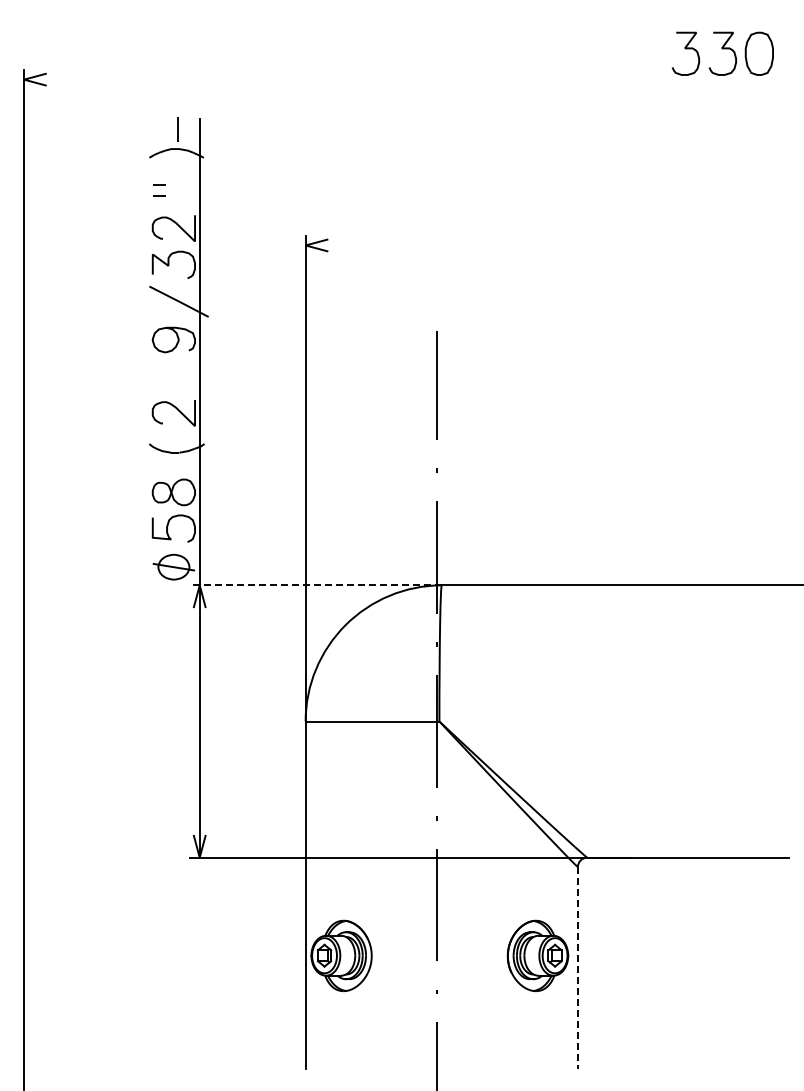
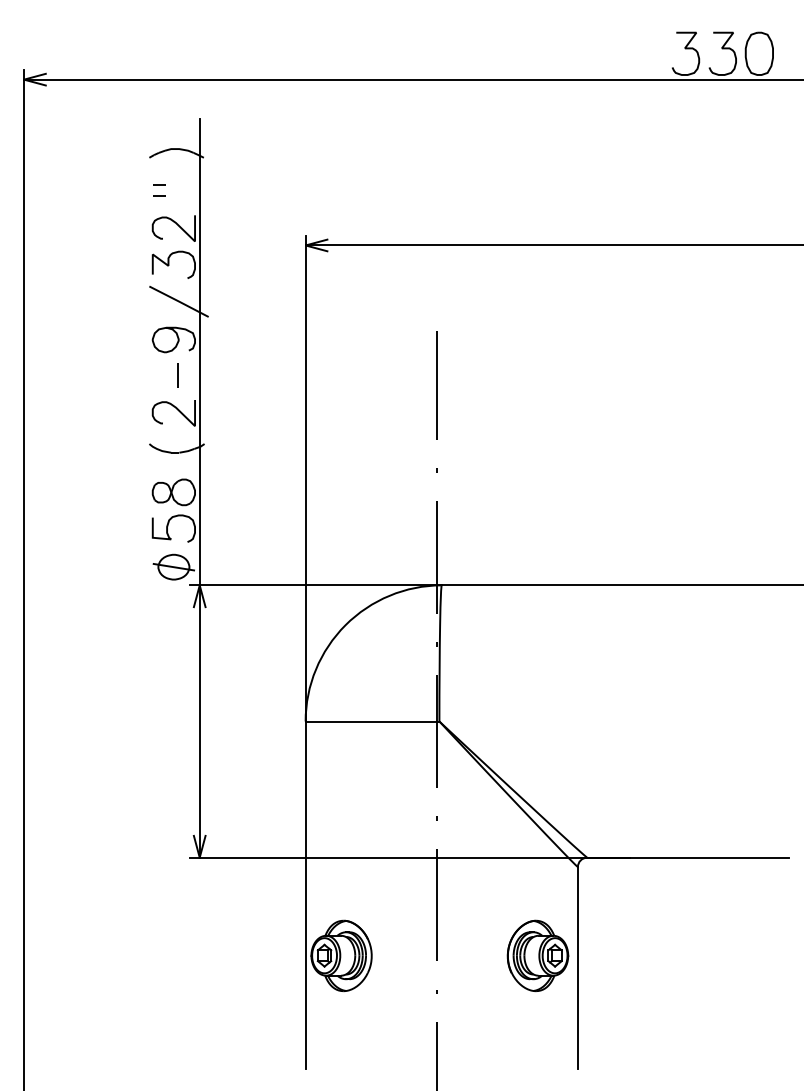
line at (412, 79): none -> present
line at (177, 129) position: (177, 129) -> (177, 375)
line at (552, 245): none -> present
line at (316, 585): dashed -> solid
line at (577, 967): dashed -> solid
